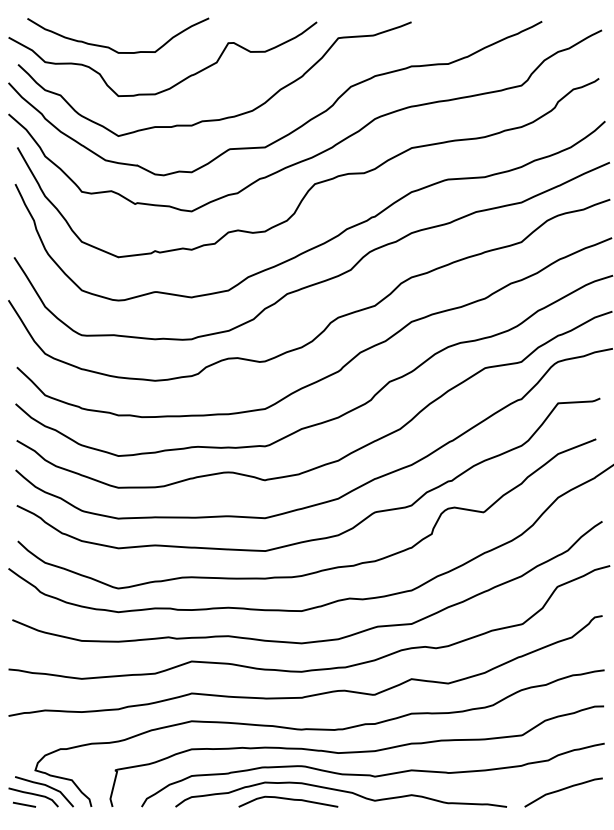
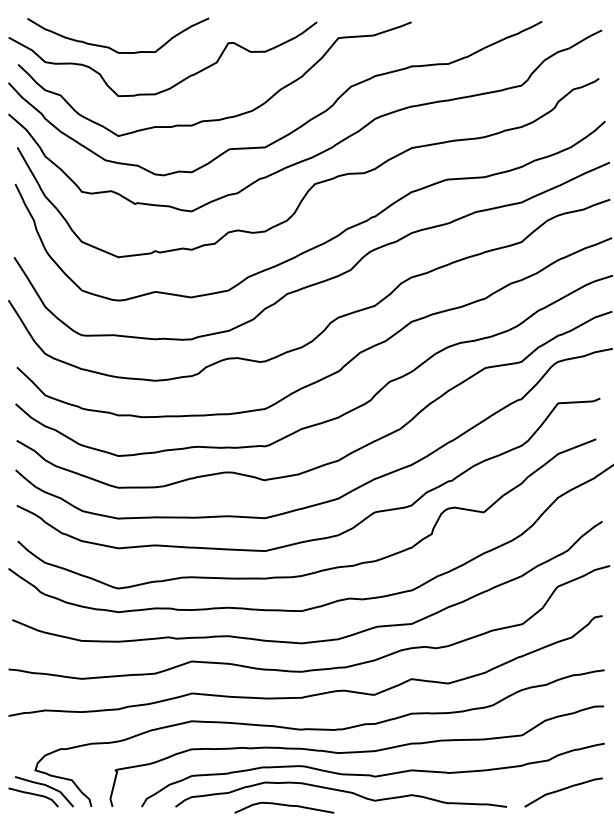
curve at (288, 799) position: (288, 799) -> (284, 805)
line at (24, 804): present -> none
